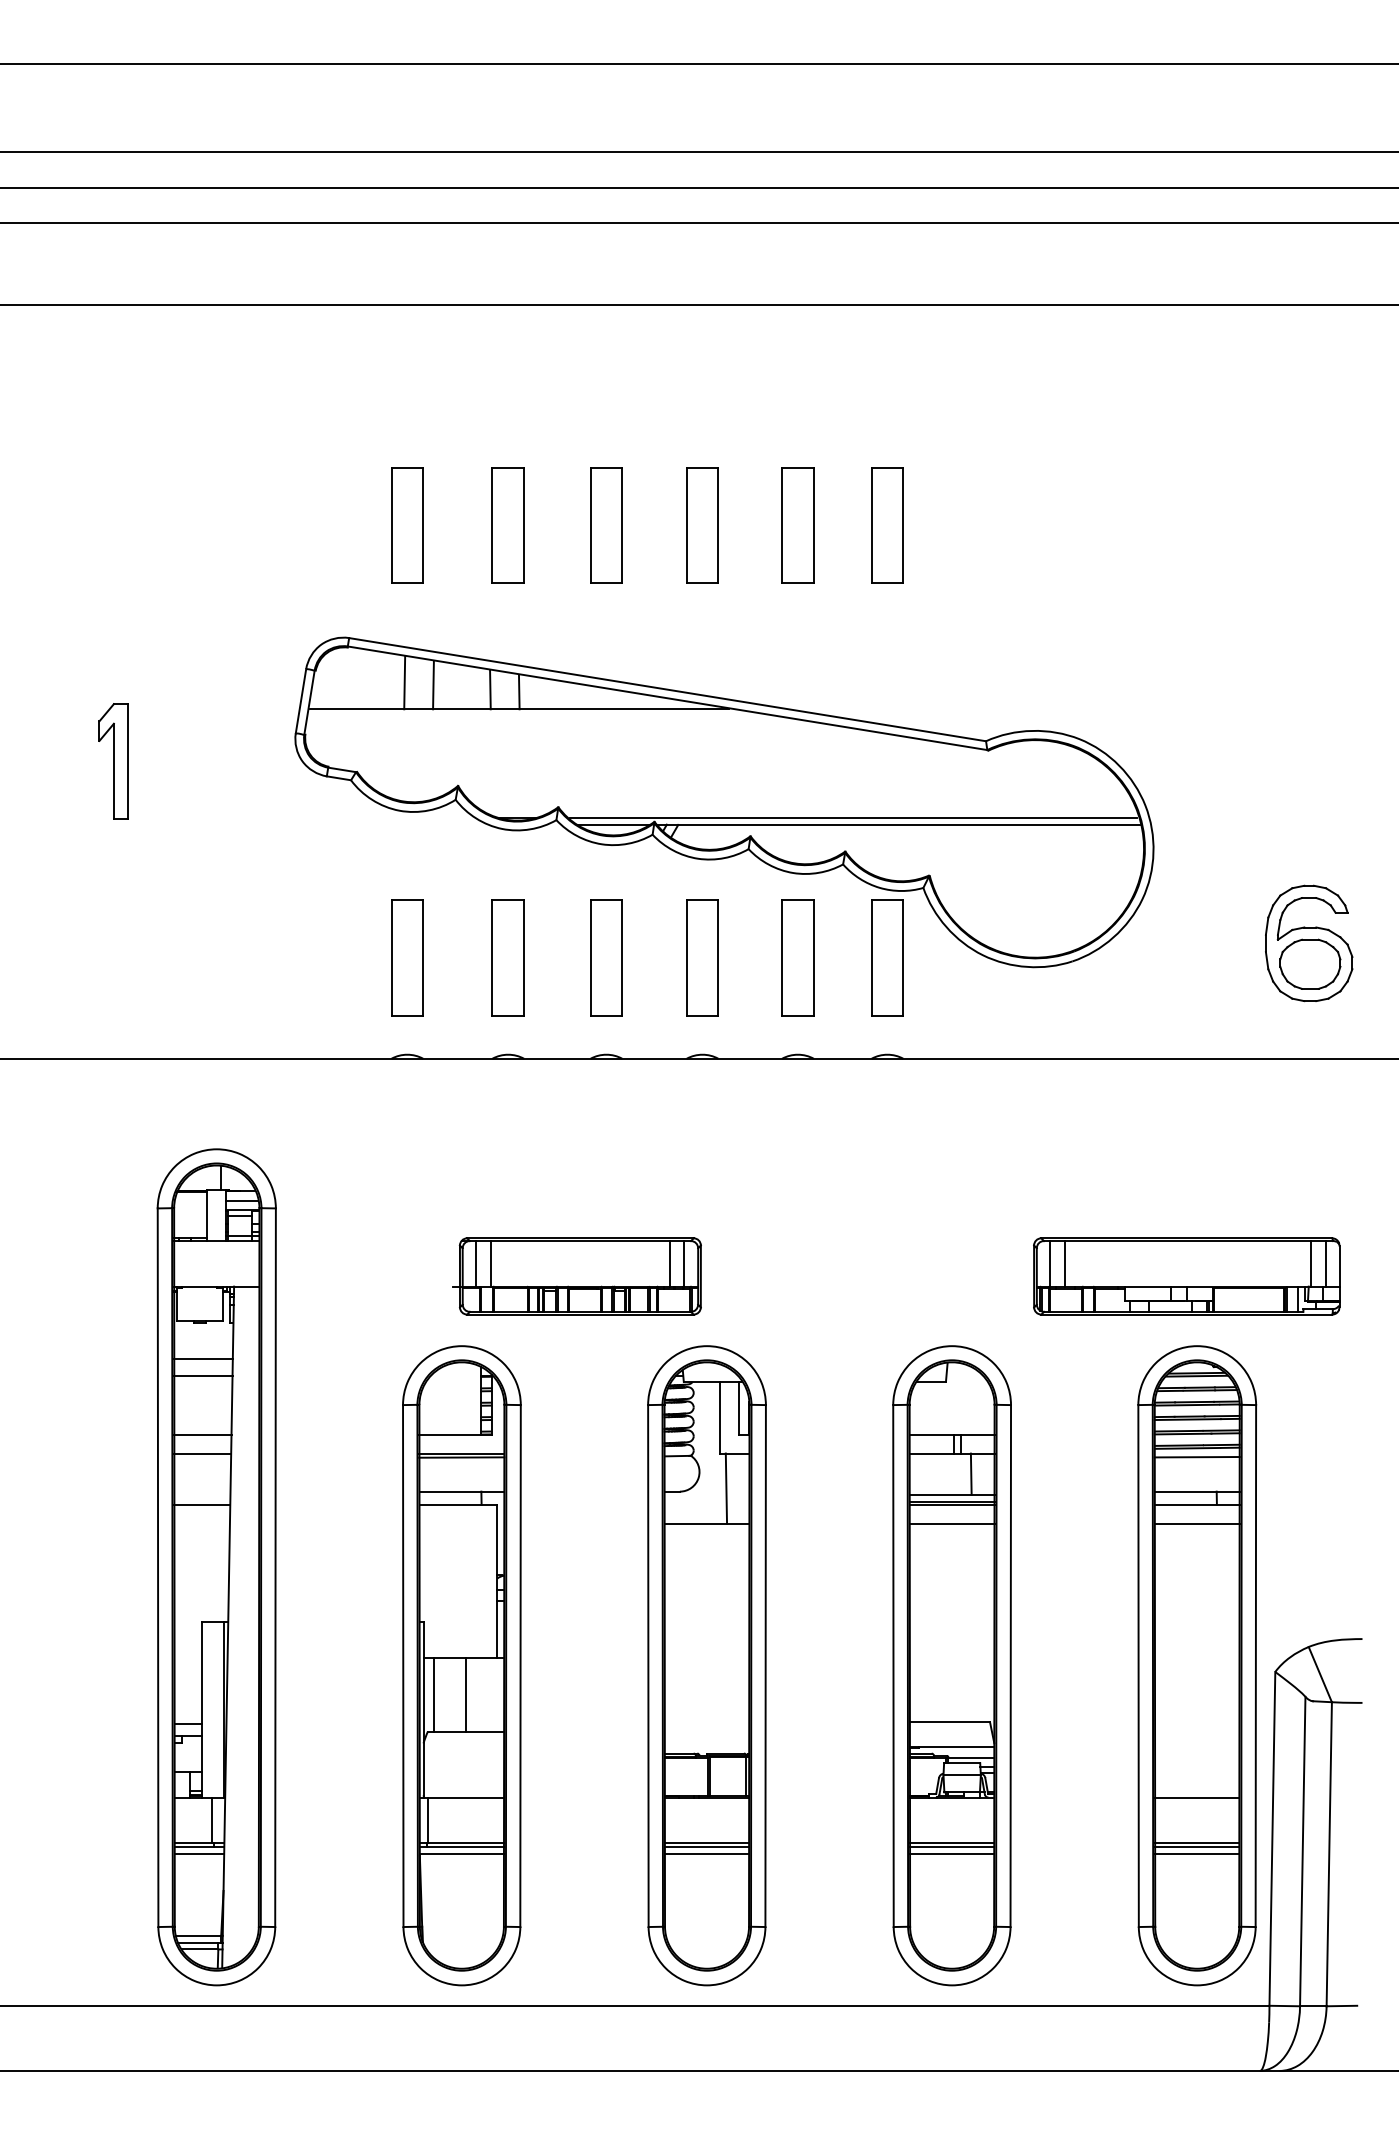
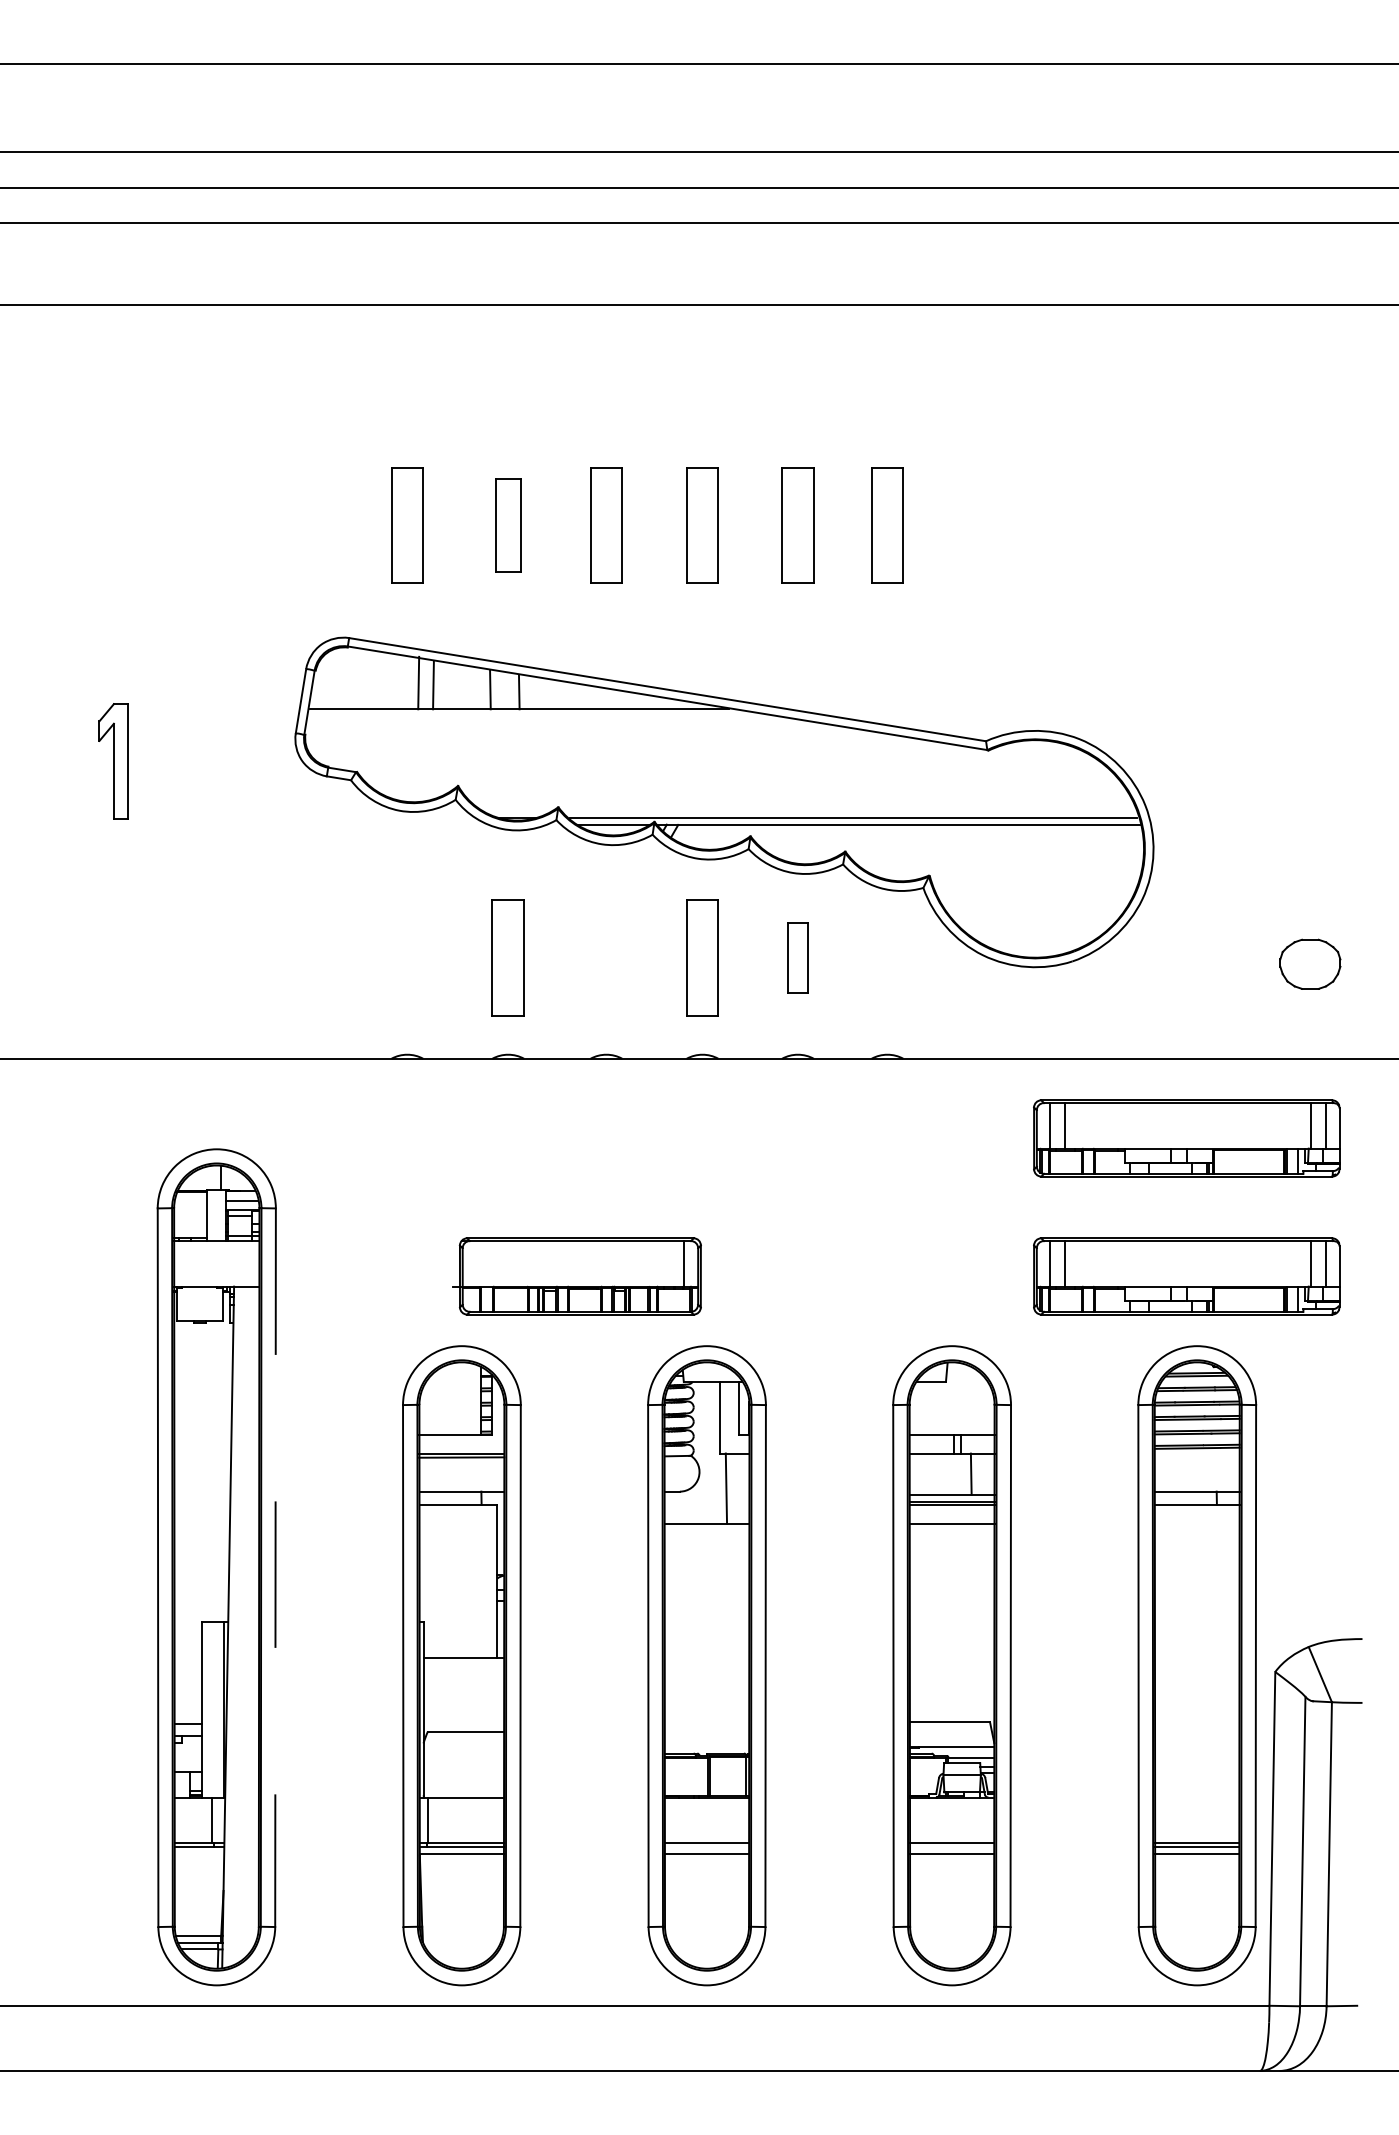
part at (507, 525) size: 34x117 px -> 27x95 px
line at (404, 682) position: (404, 682) -> (418, 682)
part at (1309, 943): present -> none
part at (407, 957): present -> none
part at (606, 957): present -> none
part at (797, 957) size: 34x118 px -> 22x72 px
part at (887, 957): present -> none
part at (1186, 1138): none -> present
line at (476, 1263): present -> none
line at (490, 1263): present -> none
line at (669, 1263): present -> none
line at (203, 1358): present -> none
line at (203, 1375): present -> none
line at (202, 1435): present -> none
line at (202, 1453): present -> none
line at (1196, 1457): present -> none
line at (202, 1504): present -> none
line at (1196, 1523): present -> none
line at (275, 1568): solid -> dashed
line at (433, 1694): present -> none
line at (466, 1694): present -> none
line at (1197, 1797): present -> none
line at (706, 1847): present -> none
line at (952, 1847): present -> none
line at (199, 1854): present -> none
